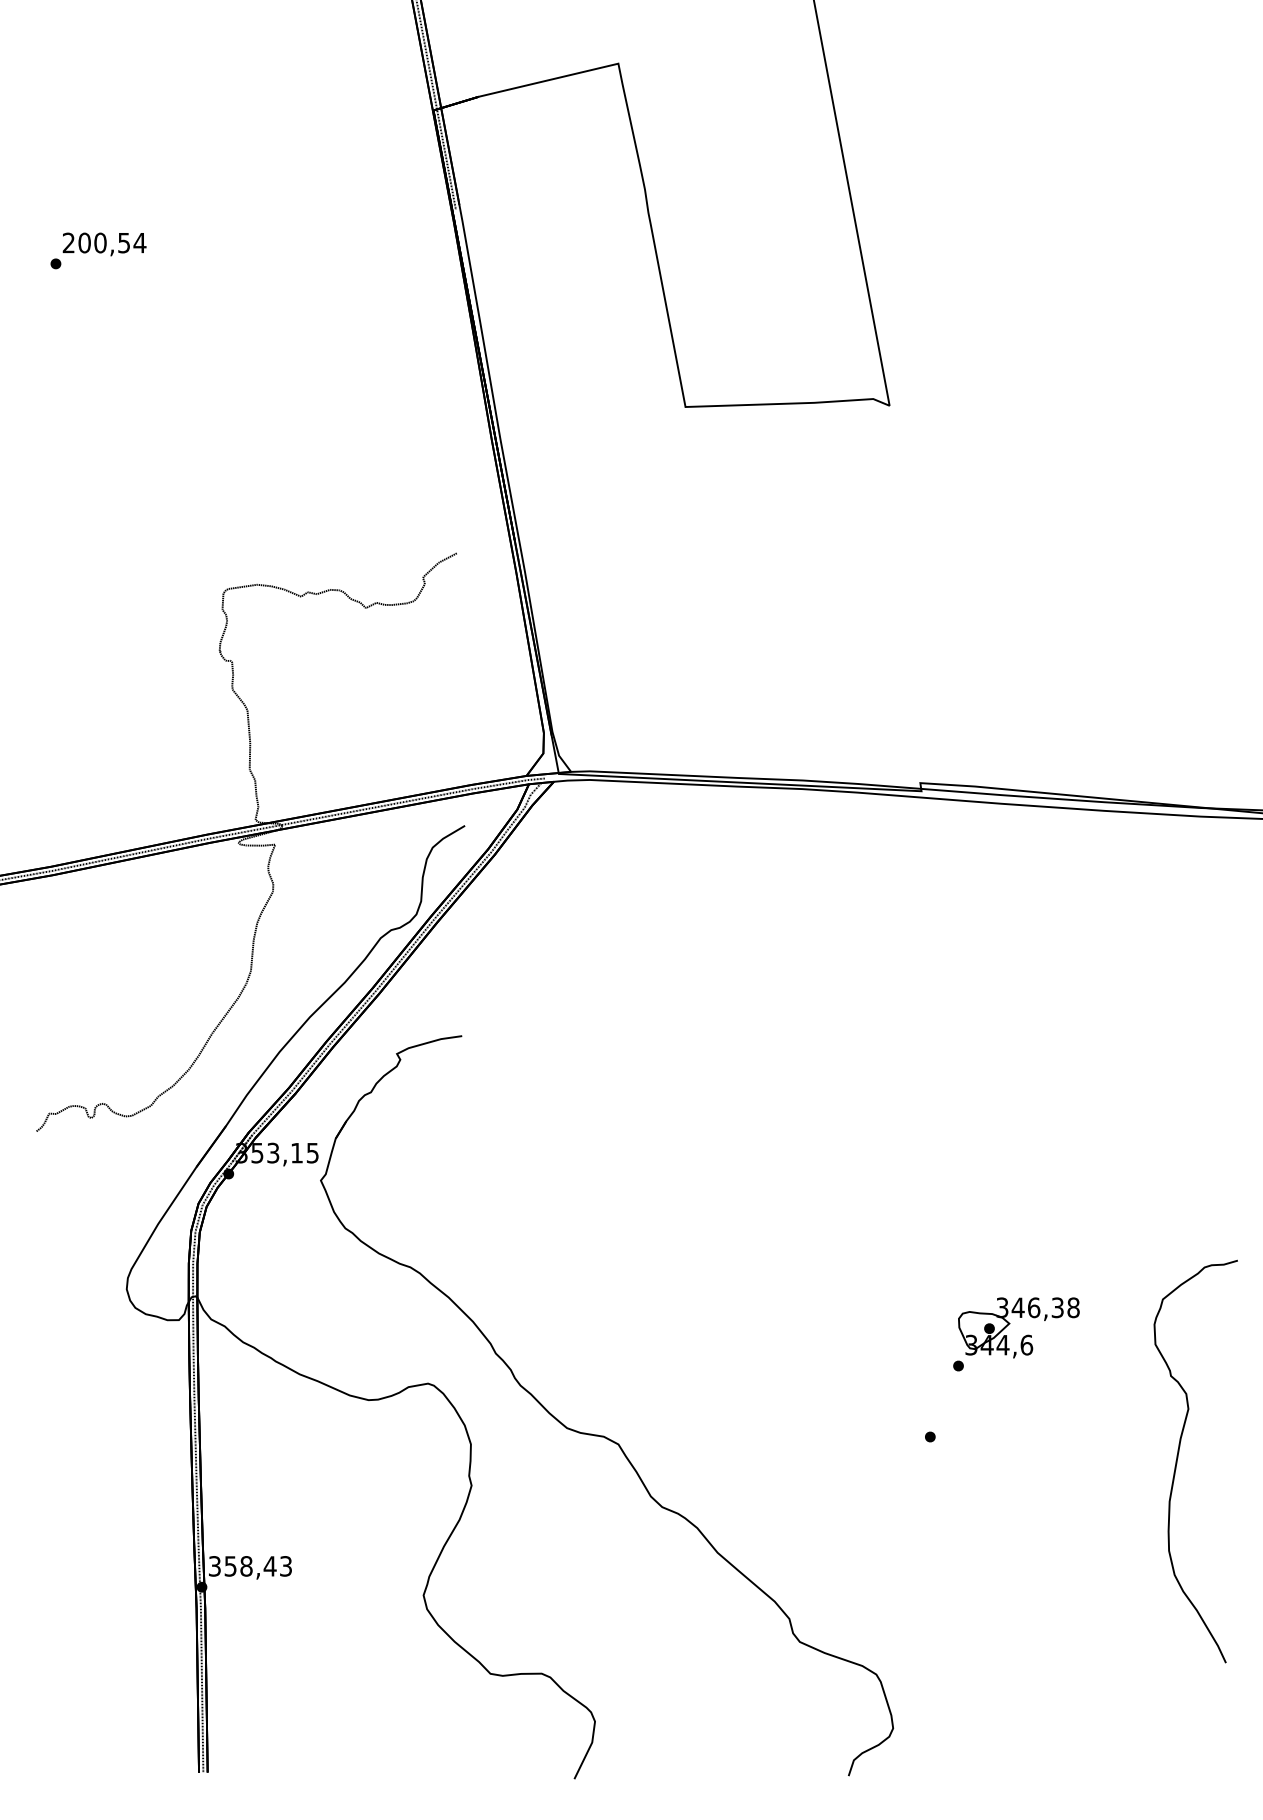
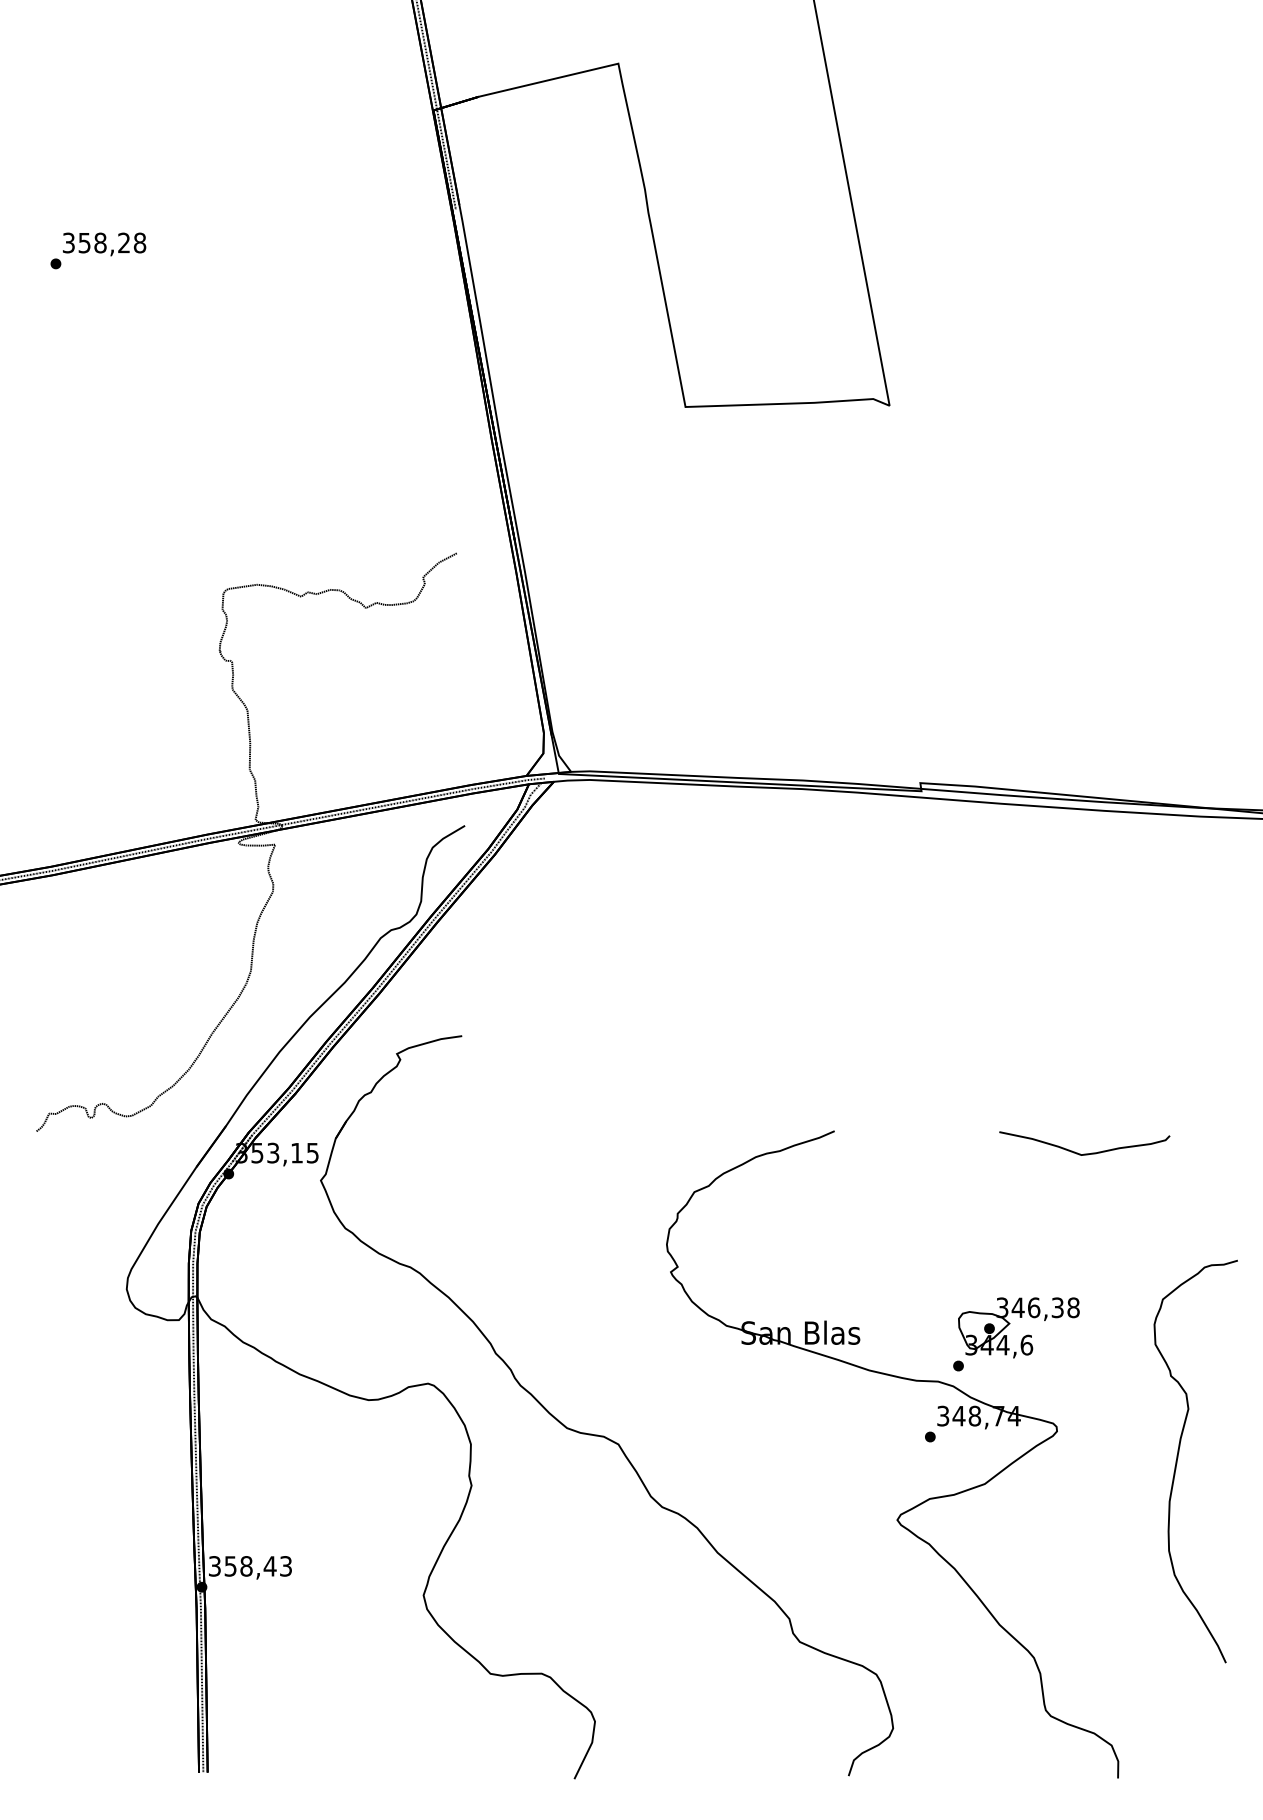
text at (104, 242): 200,54 -> 358,28
part at (937, 1425): none -> present
